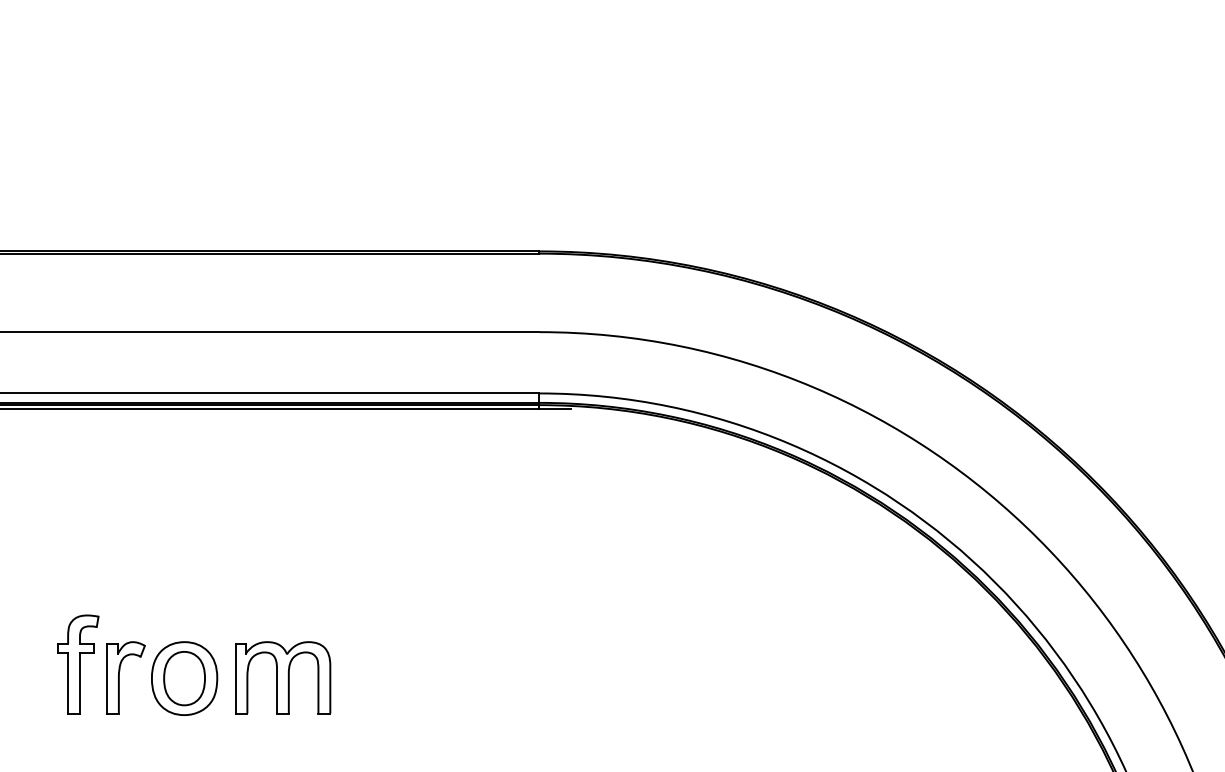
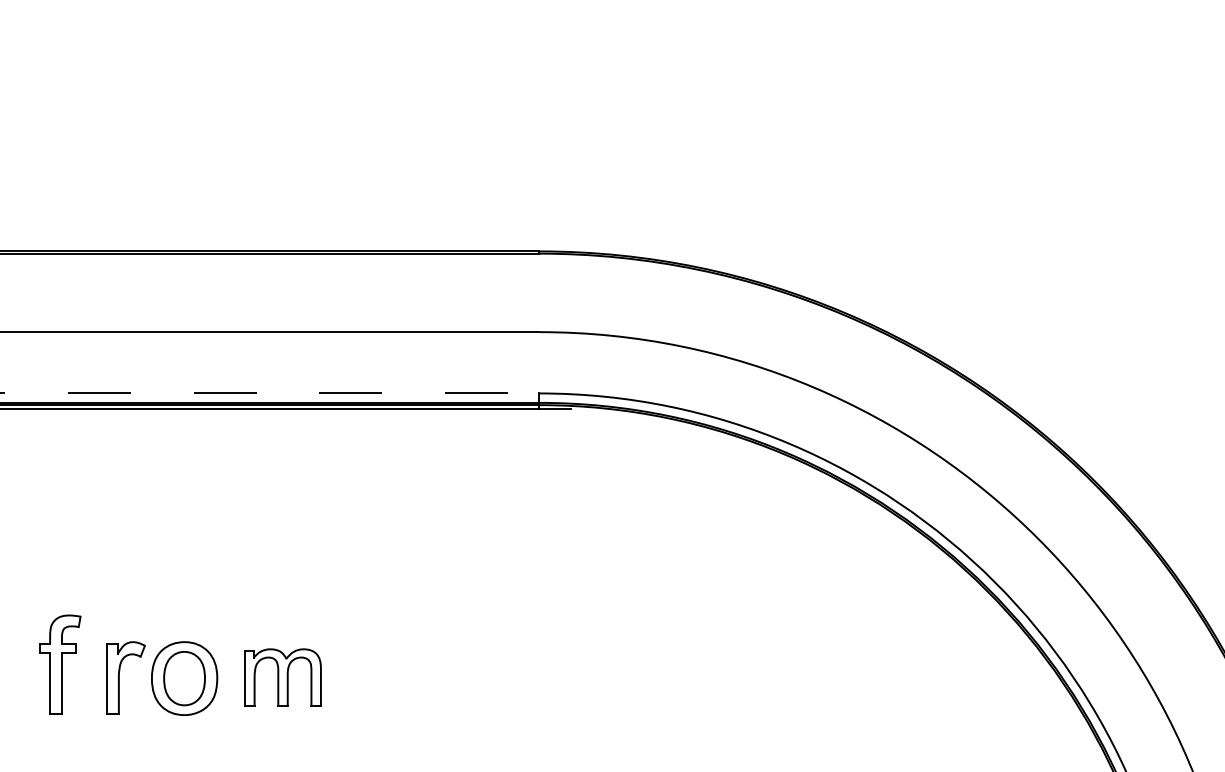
line at (269, 393): solid -> dashed
part at (78, 664) position: (78, 664) -> (60, 664)
part at (283, 677) size: 97x74 px -> 78x59 px
